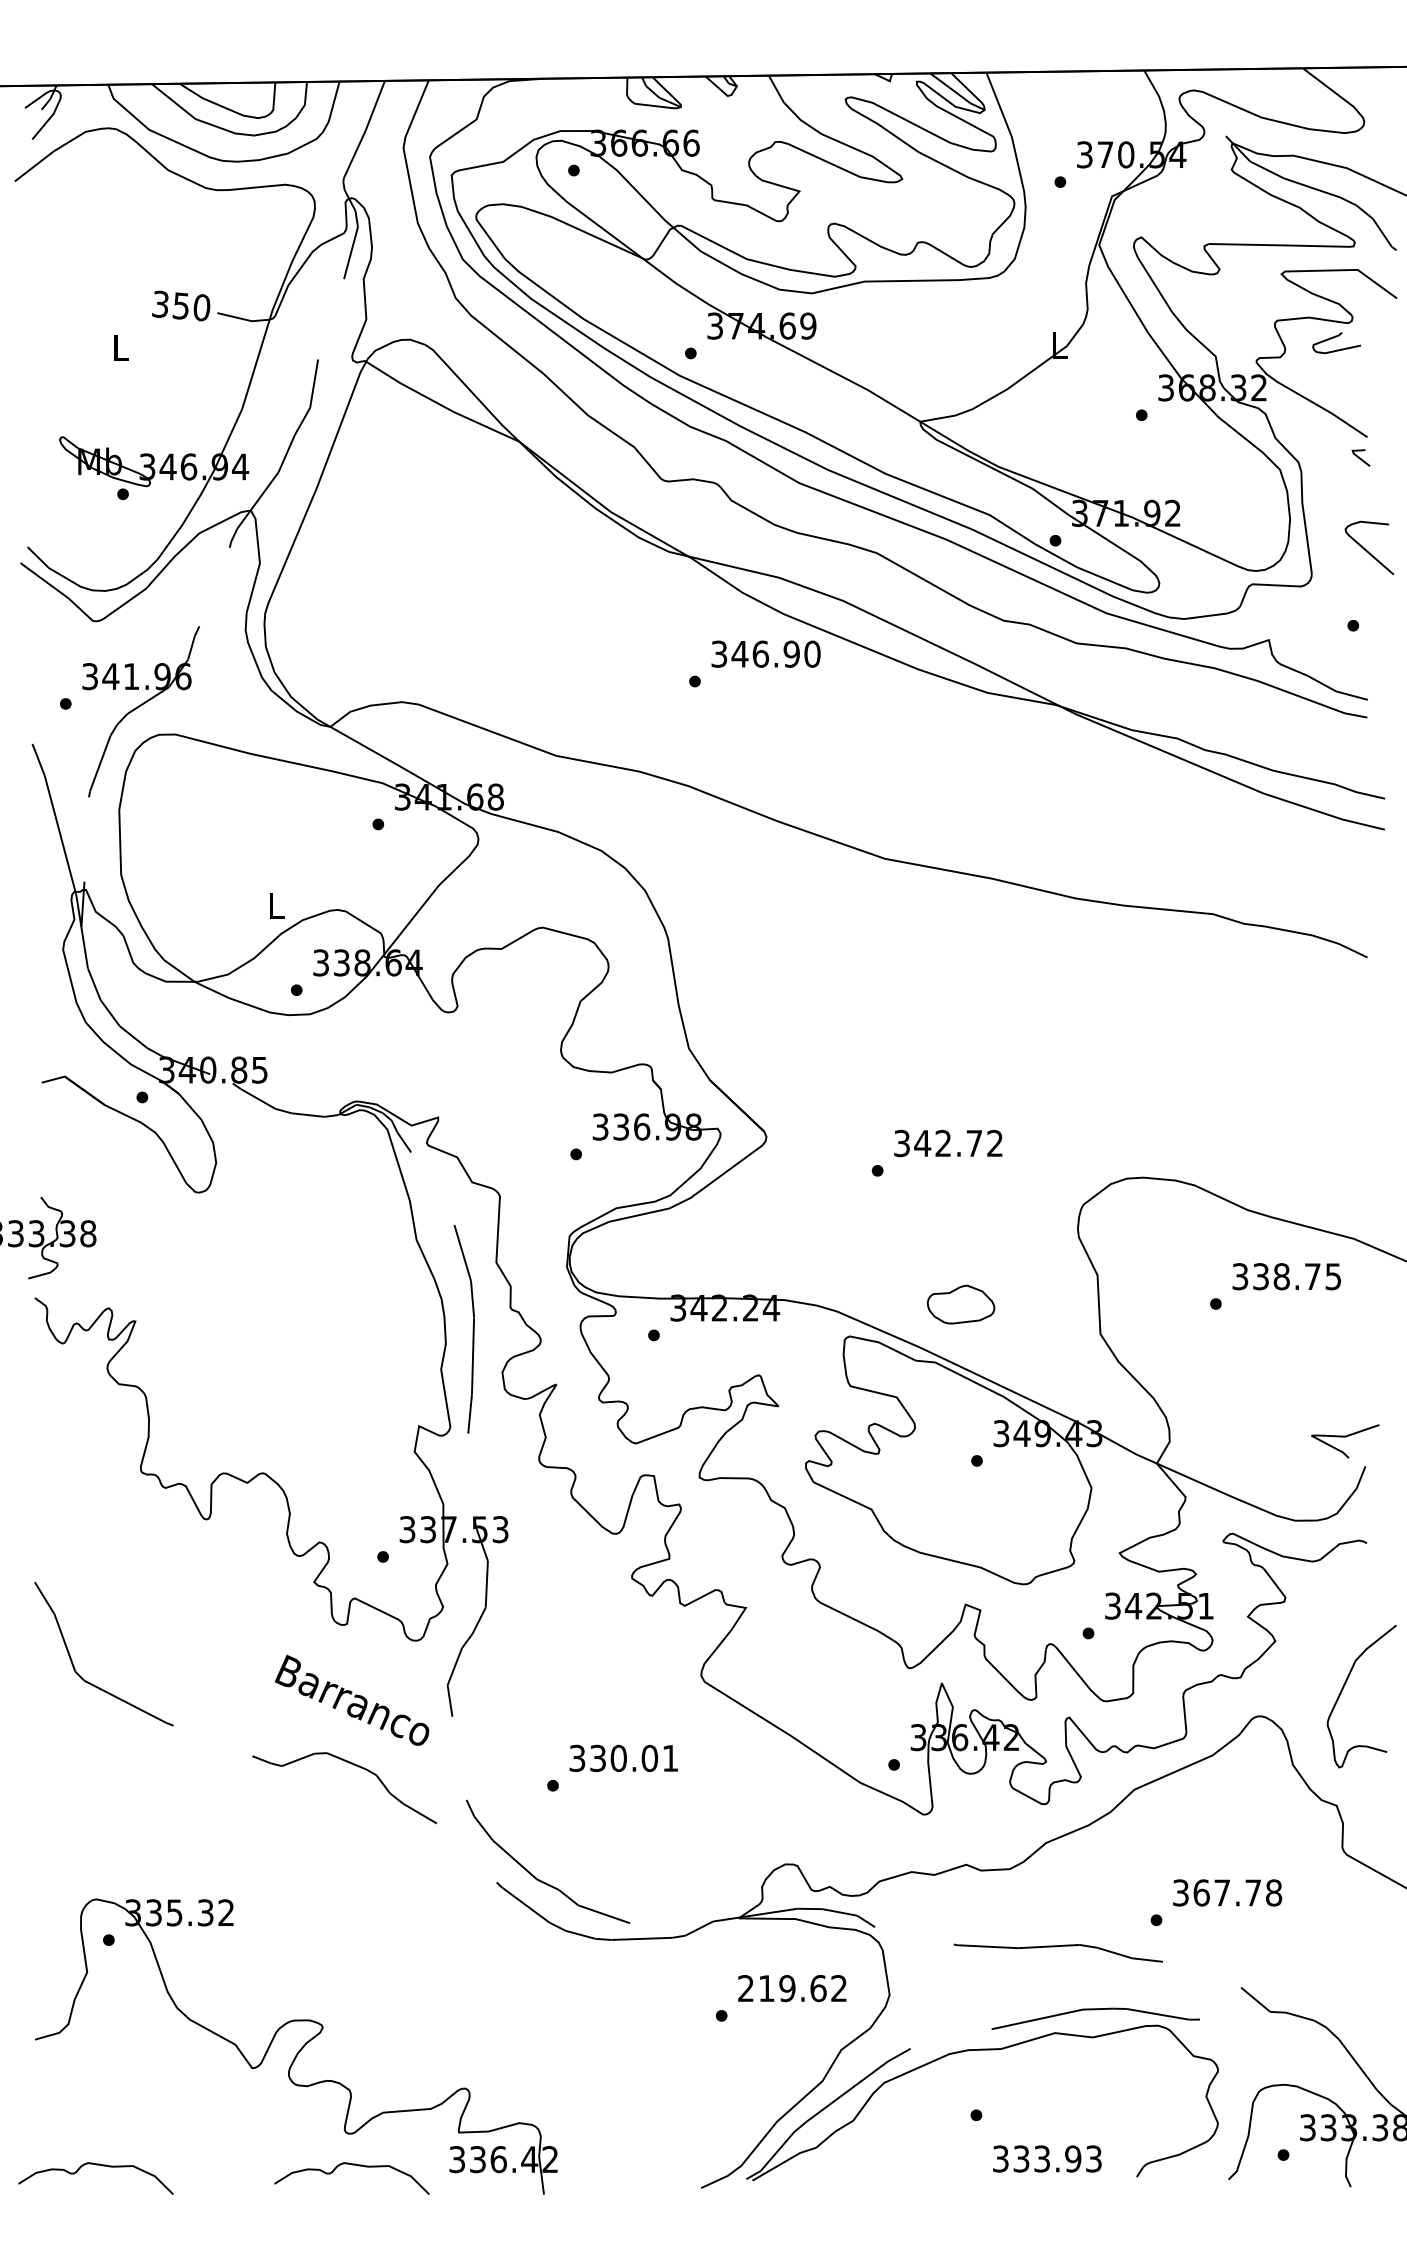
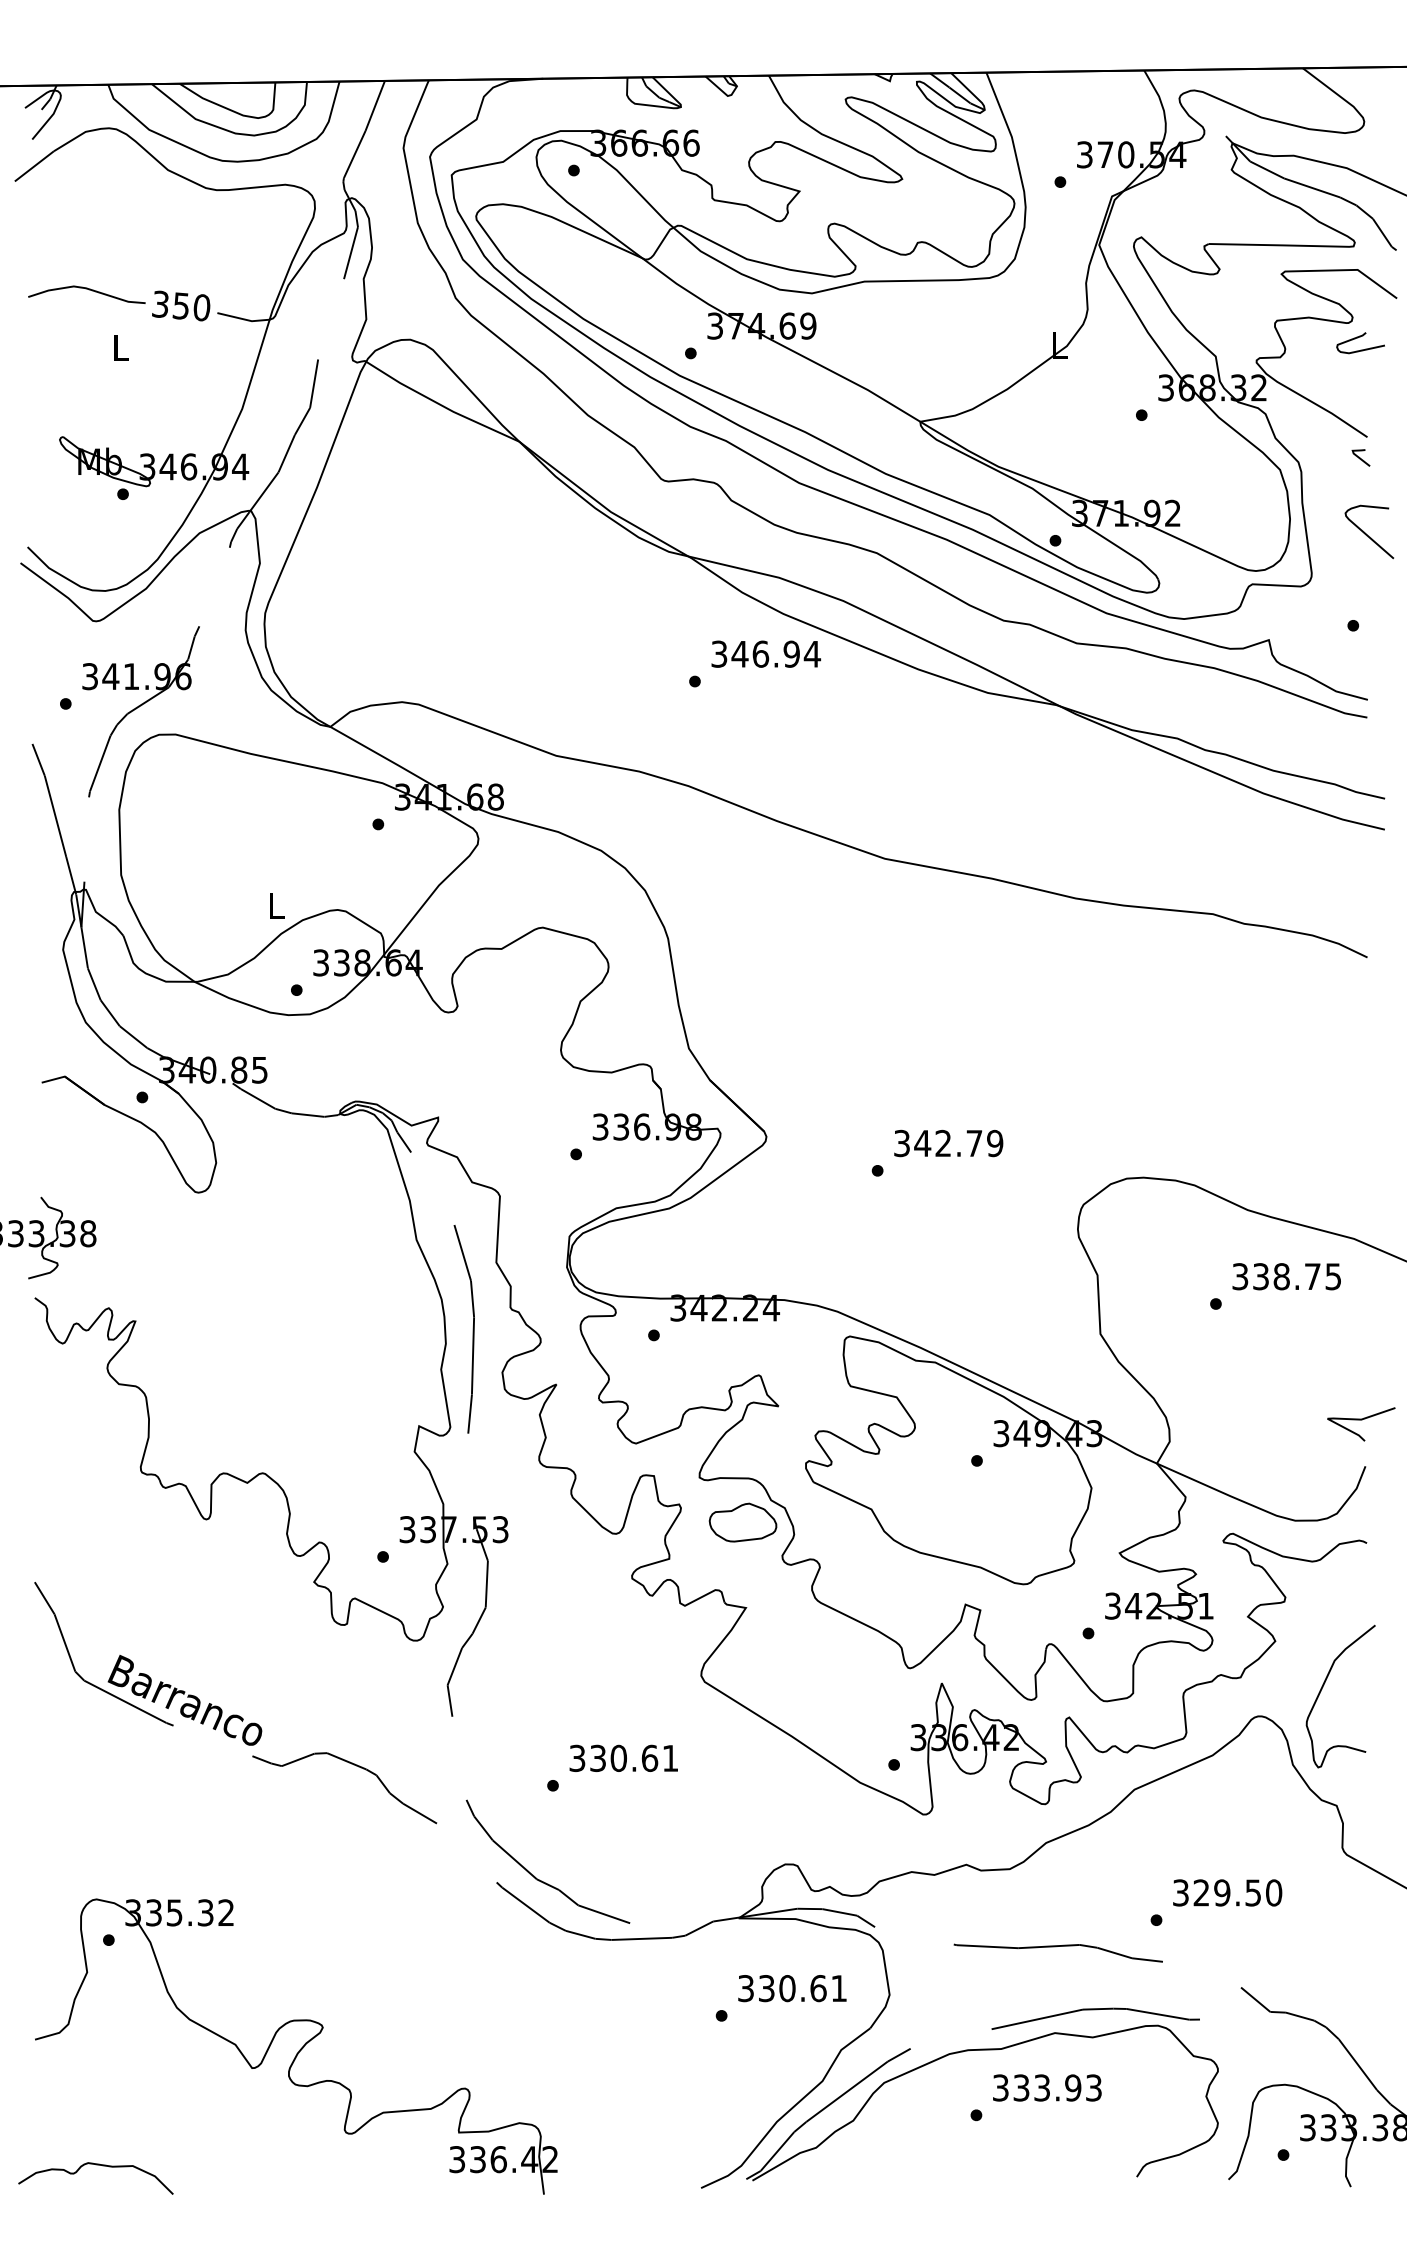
curve at (86, 289): none -> present
curve at (1334, 338) position: (1334, 338) -> (1358, 338)
curve at (1366, 549) position: (1366, 549) -> (1366, 533)
text at (812, 653): 346.90 -> 346.94
text at (995, 1143): 342.72 -> 342.79
part at (960, 1304) position: (960, 1304) -> (742, 1522)
curve at (1345, 1437) position: (1345, 1437) -> (1361, 1420)
curve at (1344, 1687) position: (1344, 1687) -> (1323, 1687)
text at (351, 1700) position: (351, 1700) -> (184, 1700)
text at (649, 1757): 330.01 -> 330.61
text at (1237, 1892): 367.78 -> 329.50
text at (792, 1988): 219.62 -> 330.61
text at (1047, 2158) position: (1047, 2158) -> (1047, 2087)
curve at (352, 2165): present -> none
